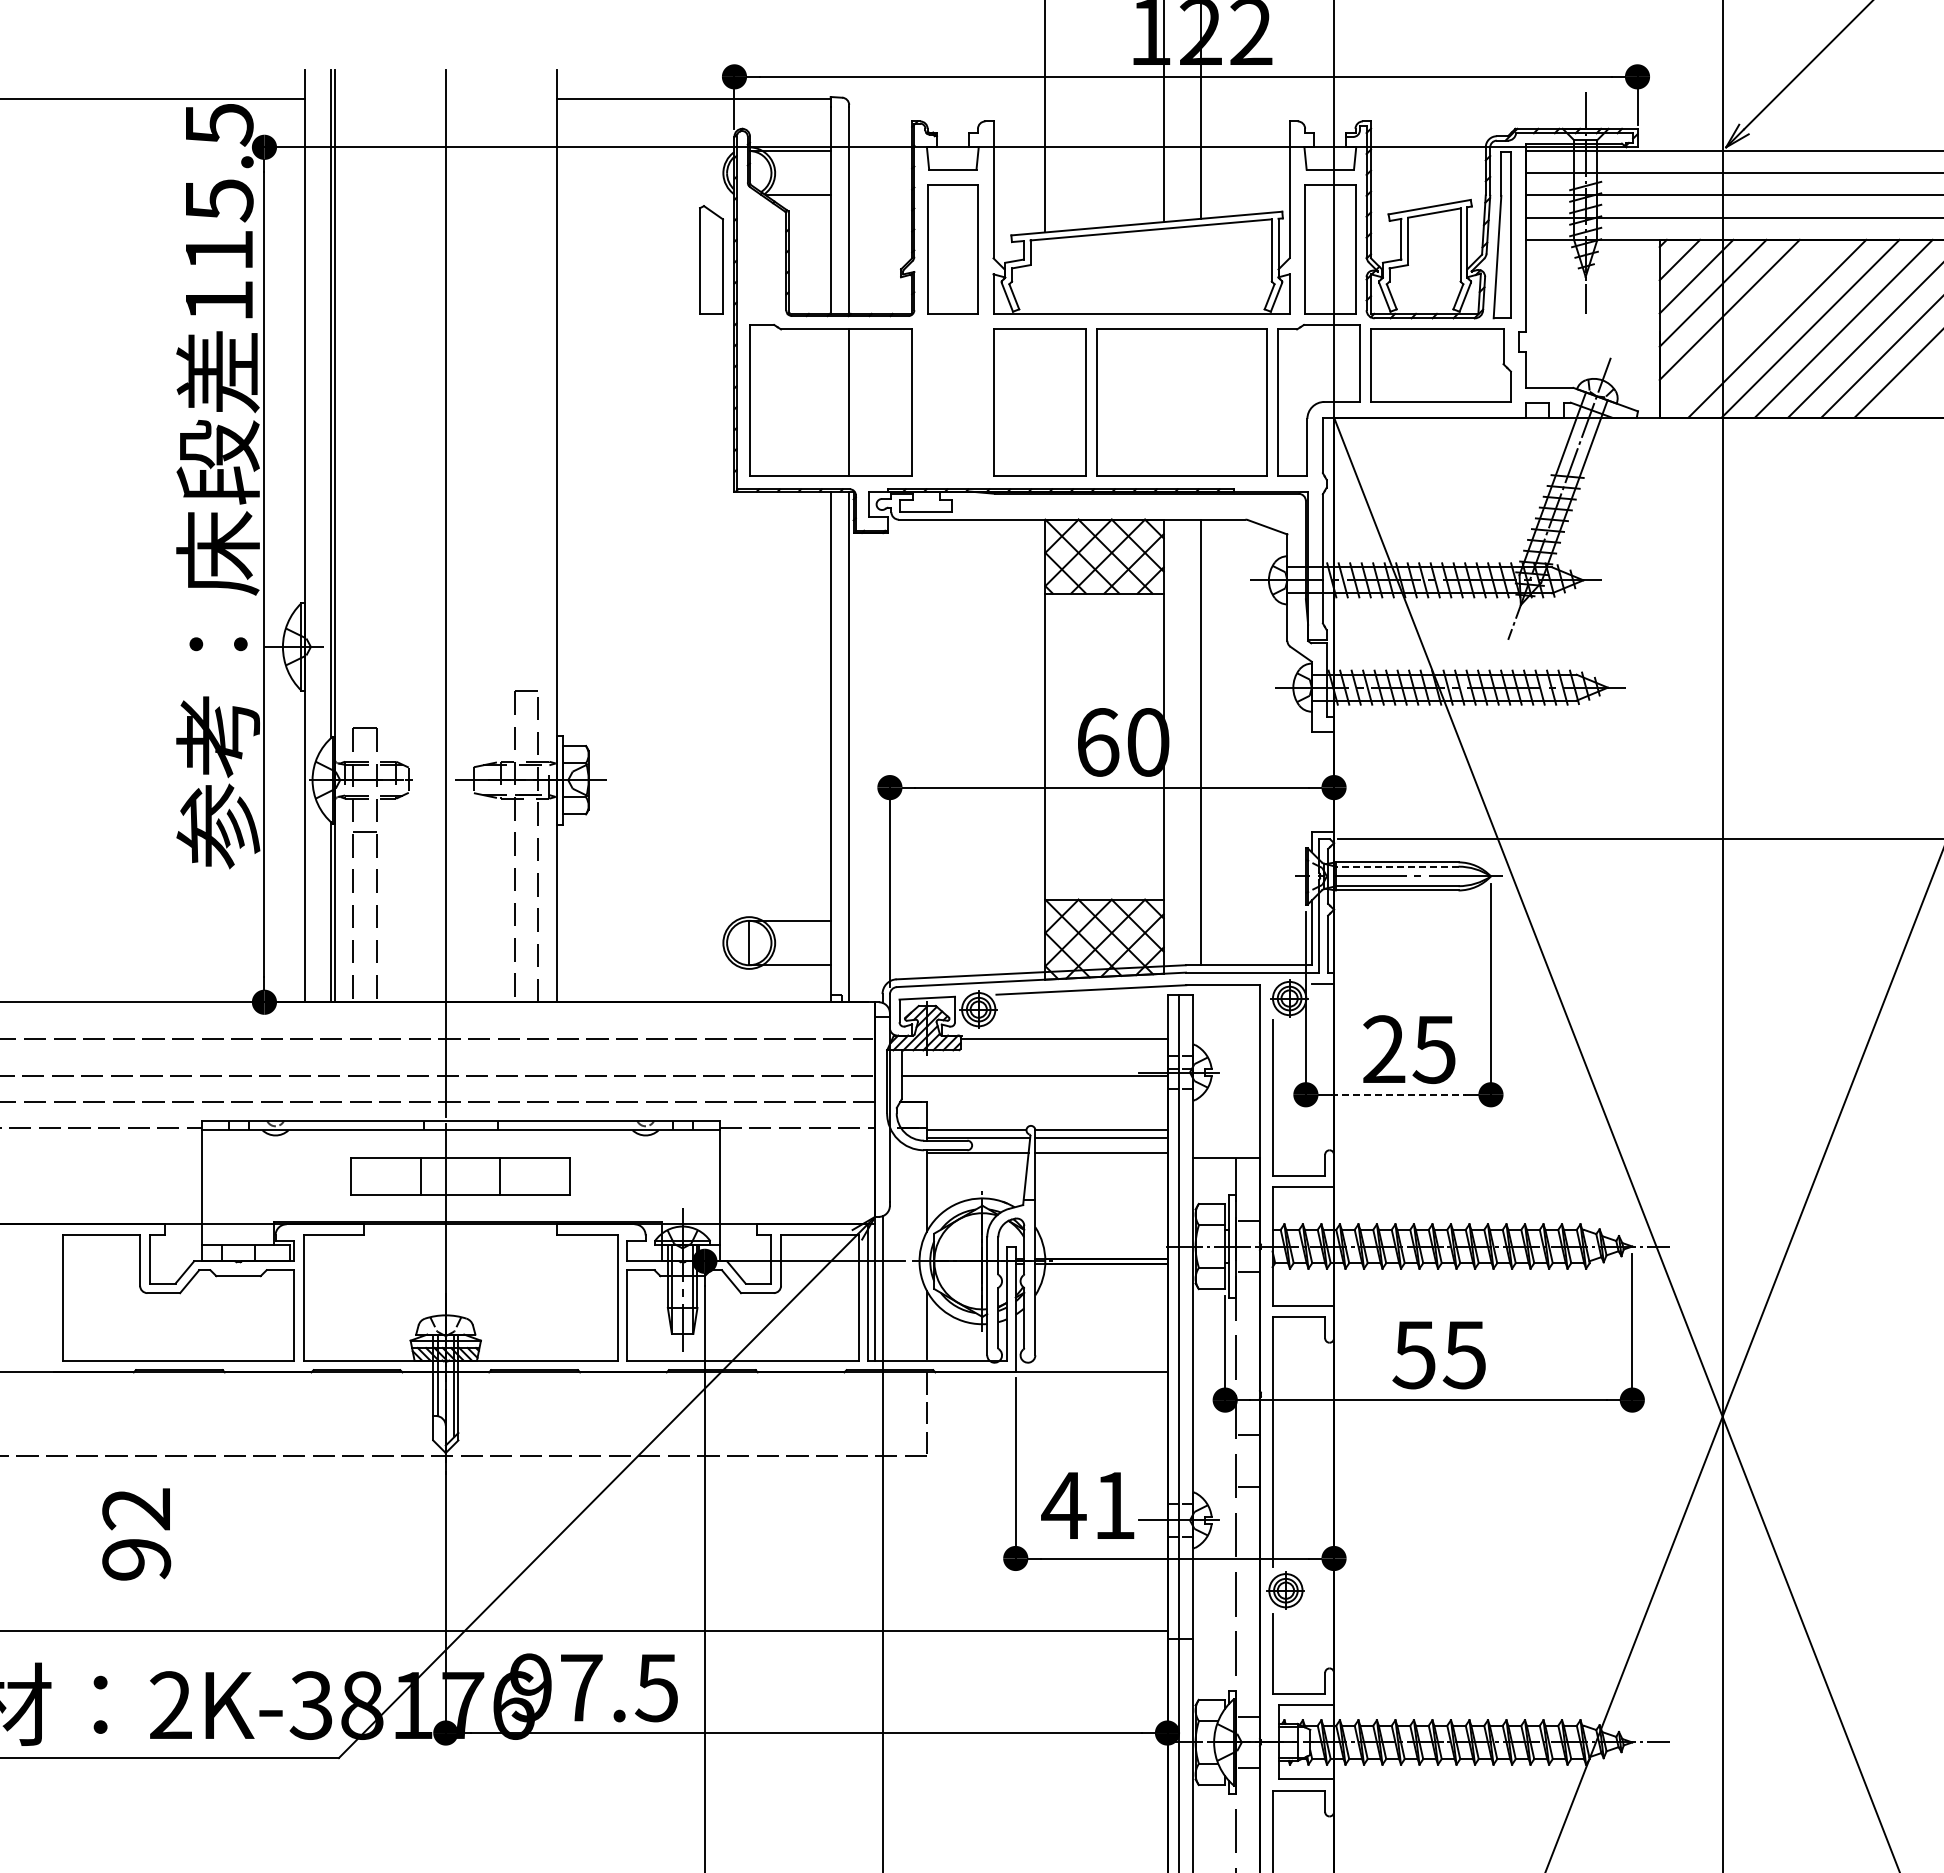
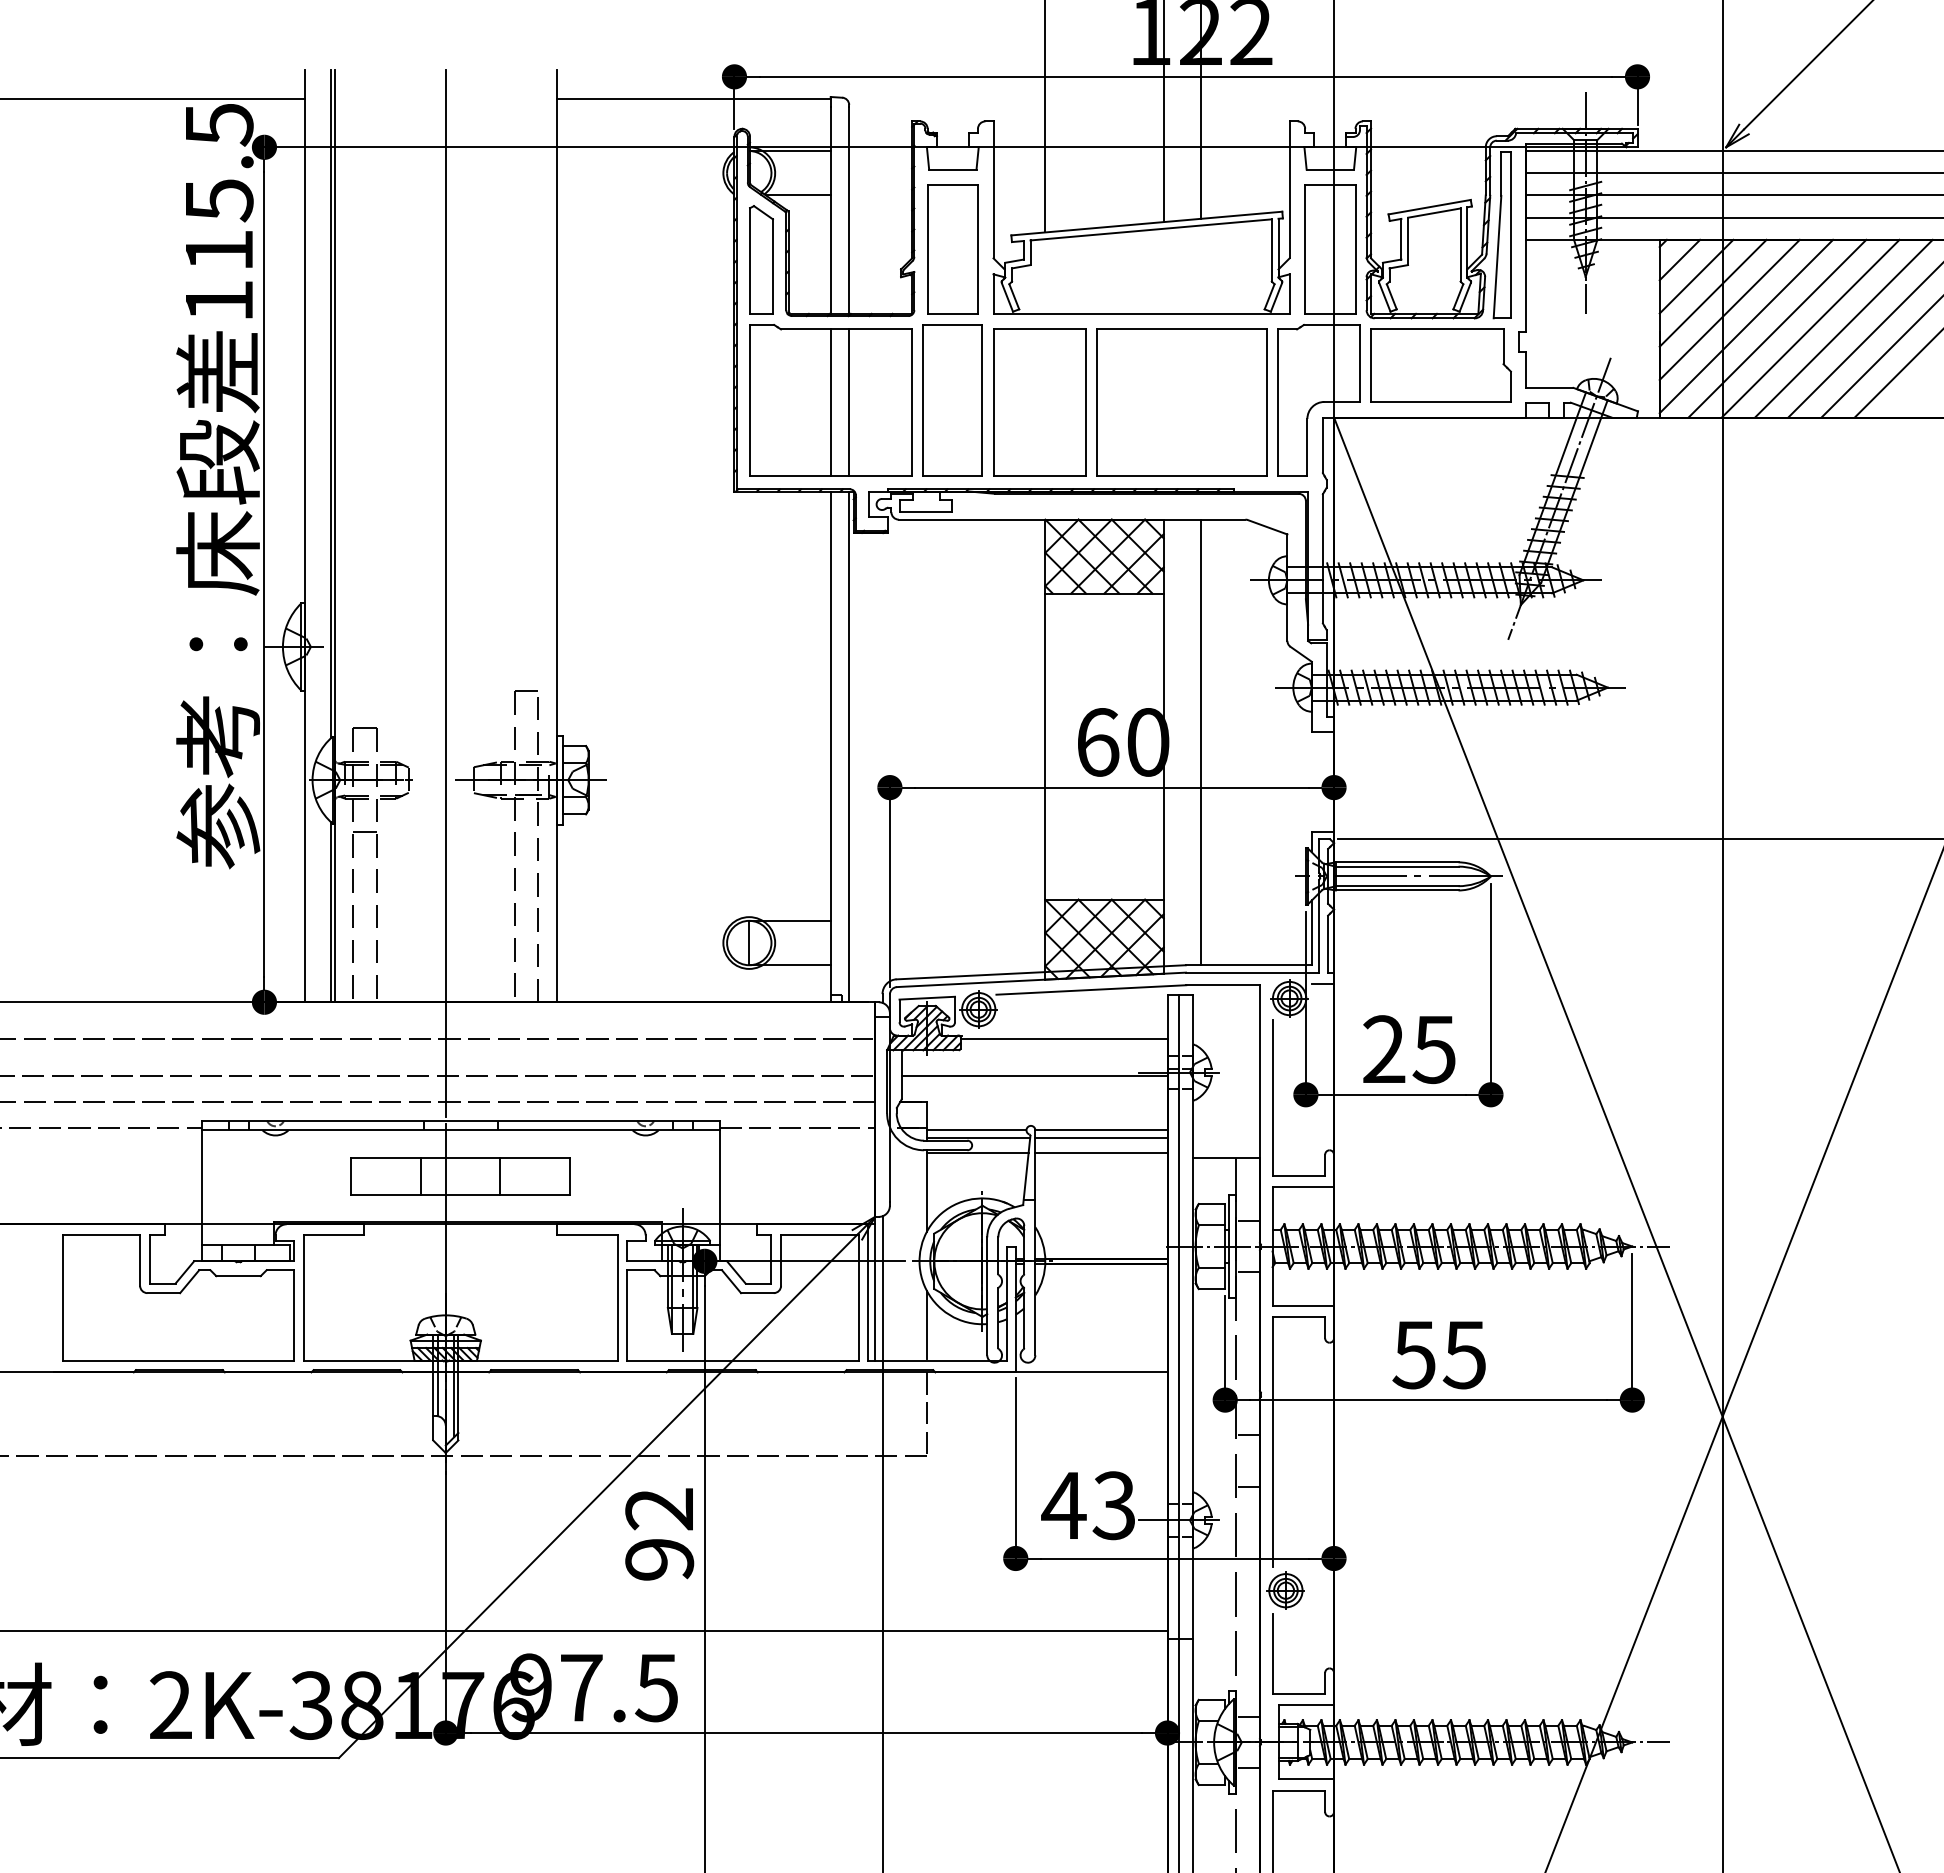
part at (711, 259) position: (711, 259) -> (761, 259)
line at (1746, 326): none -> present
part at (952, 400): none -> present
line at (830, 402): none -> present
line at (1396, 866): dashed -> solid
line at (1398, 1094): dashed -> solid
text at (1113, 1505): 41 -> 43
text at (136, 1534) position: (136, 1534) -> (659, 1534)
